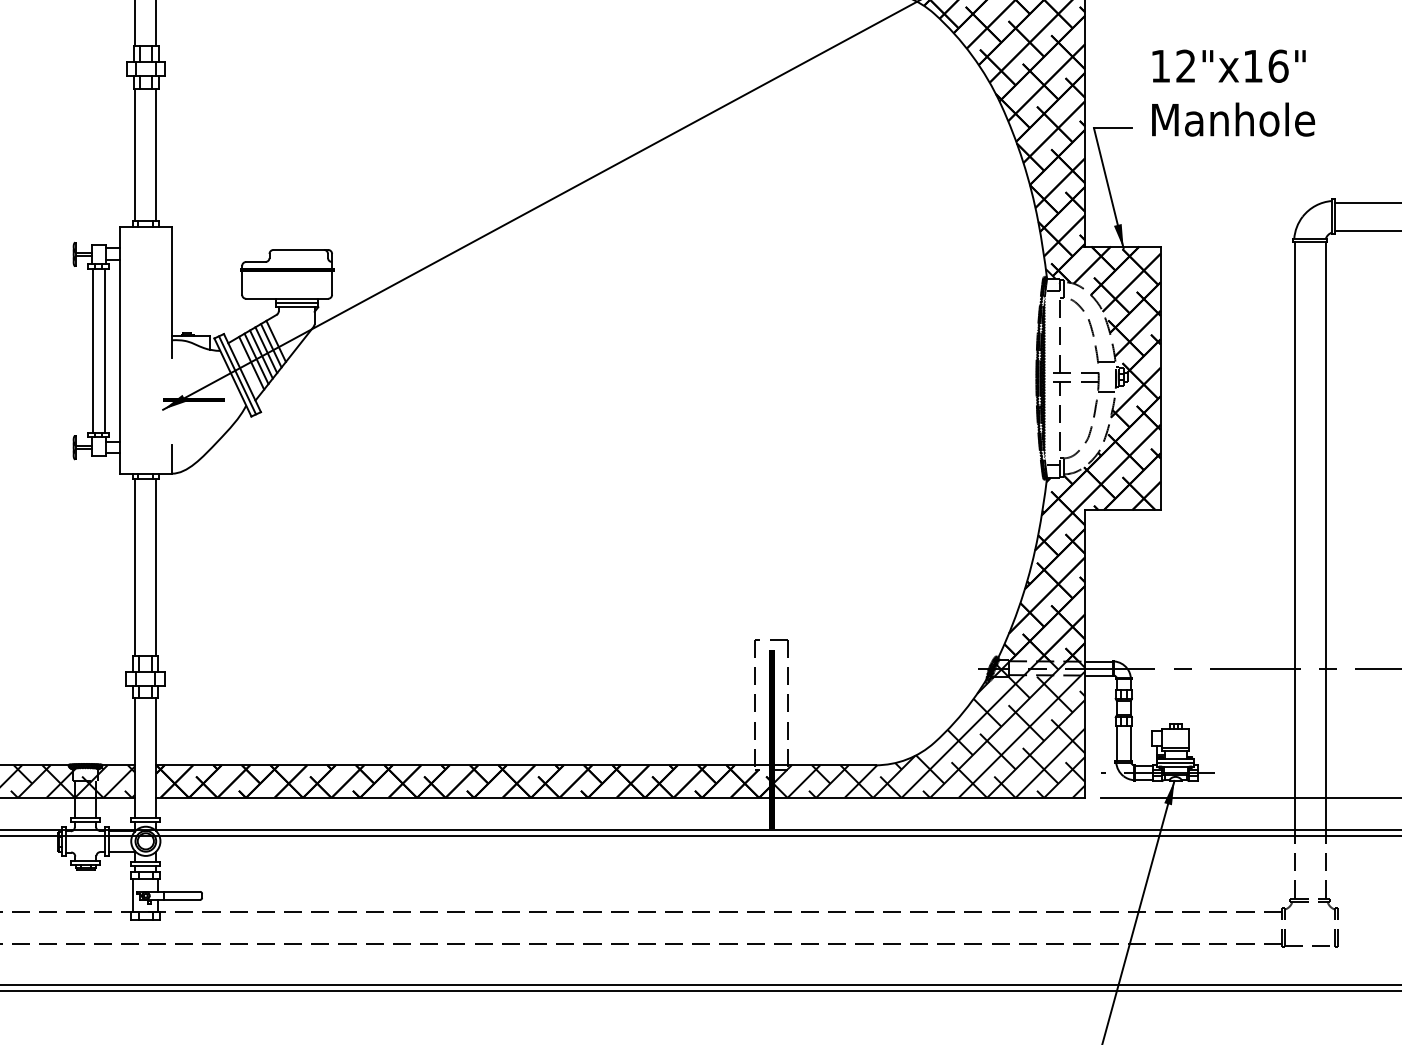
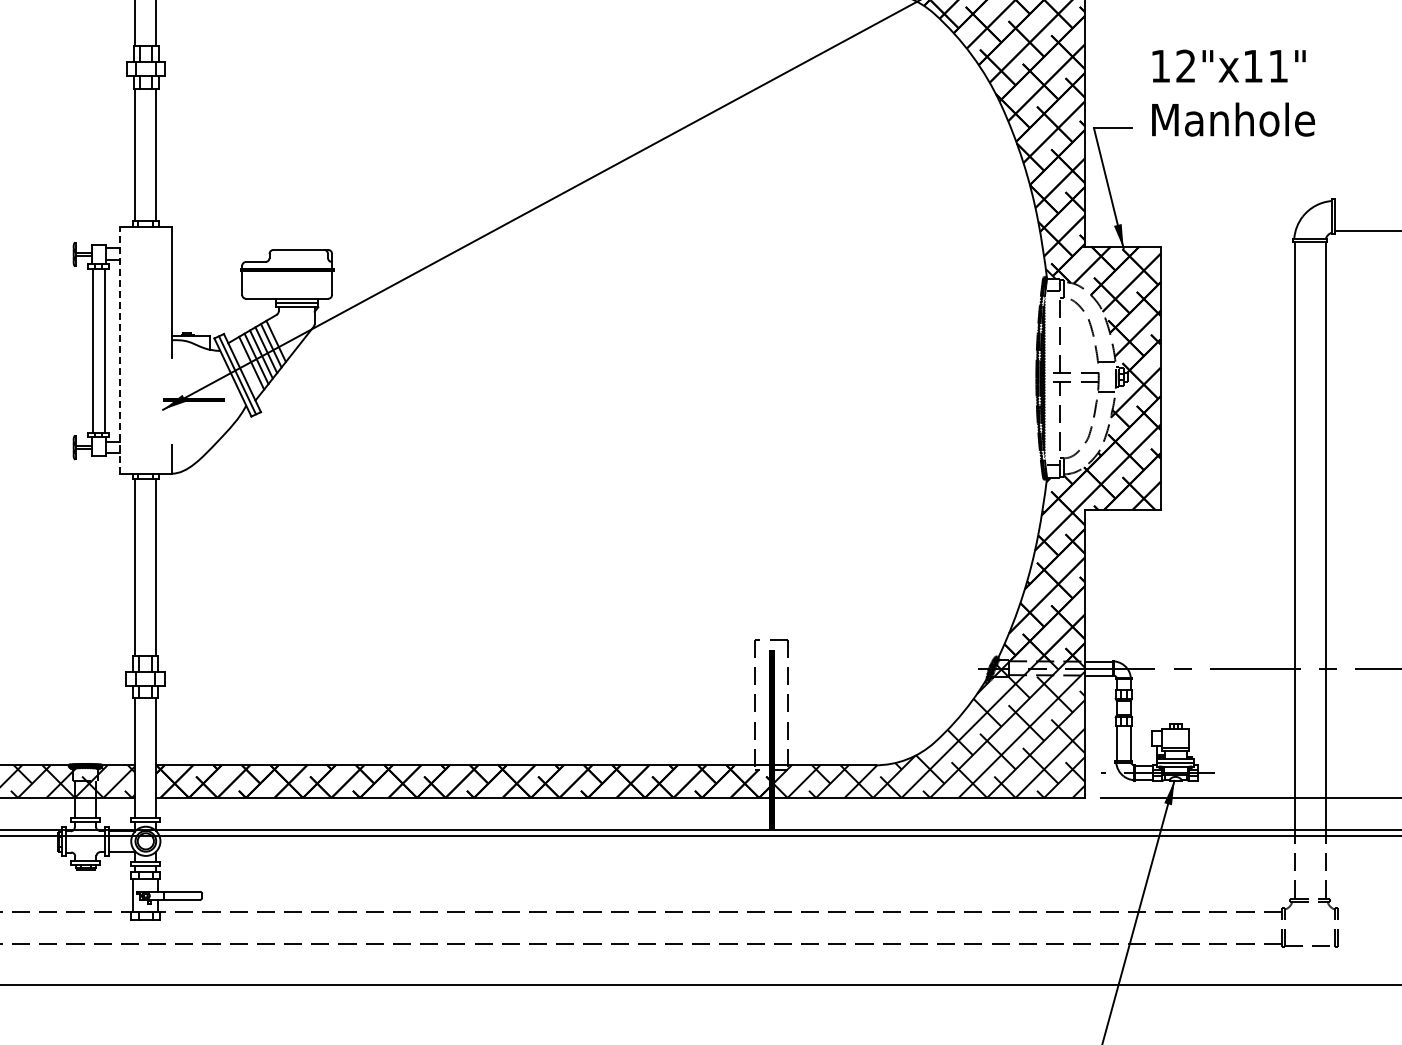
text at (1278, 65): 12"x16" -> 12"x11"
line at (1366, 202): present -> none
line at (119, 350): solid -> dashed
line at (700, 991): present -> none
